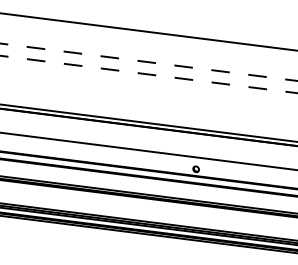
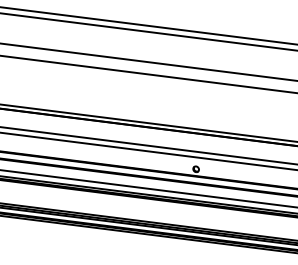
line at (148, 25): none -> present
line at (149, 62): dashed -> solid
line at (149, 74): dashed -> solid
line at (148, 145): none -> present
line at (148, 188): none -> present
